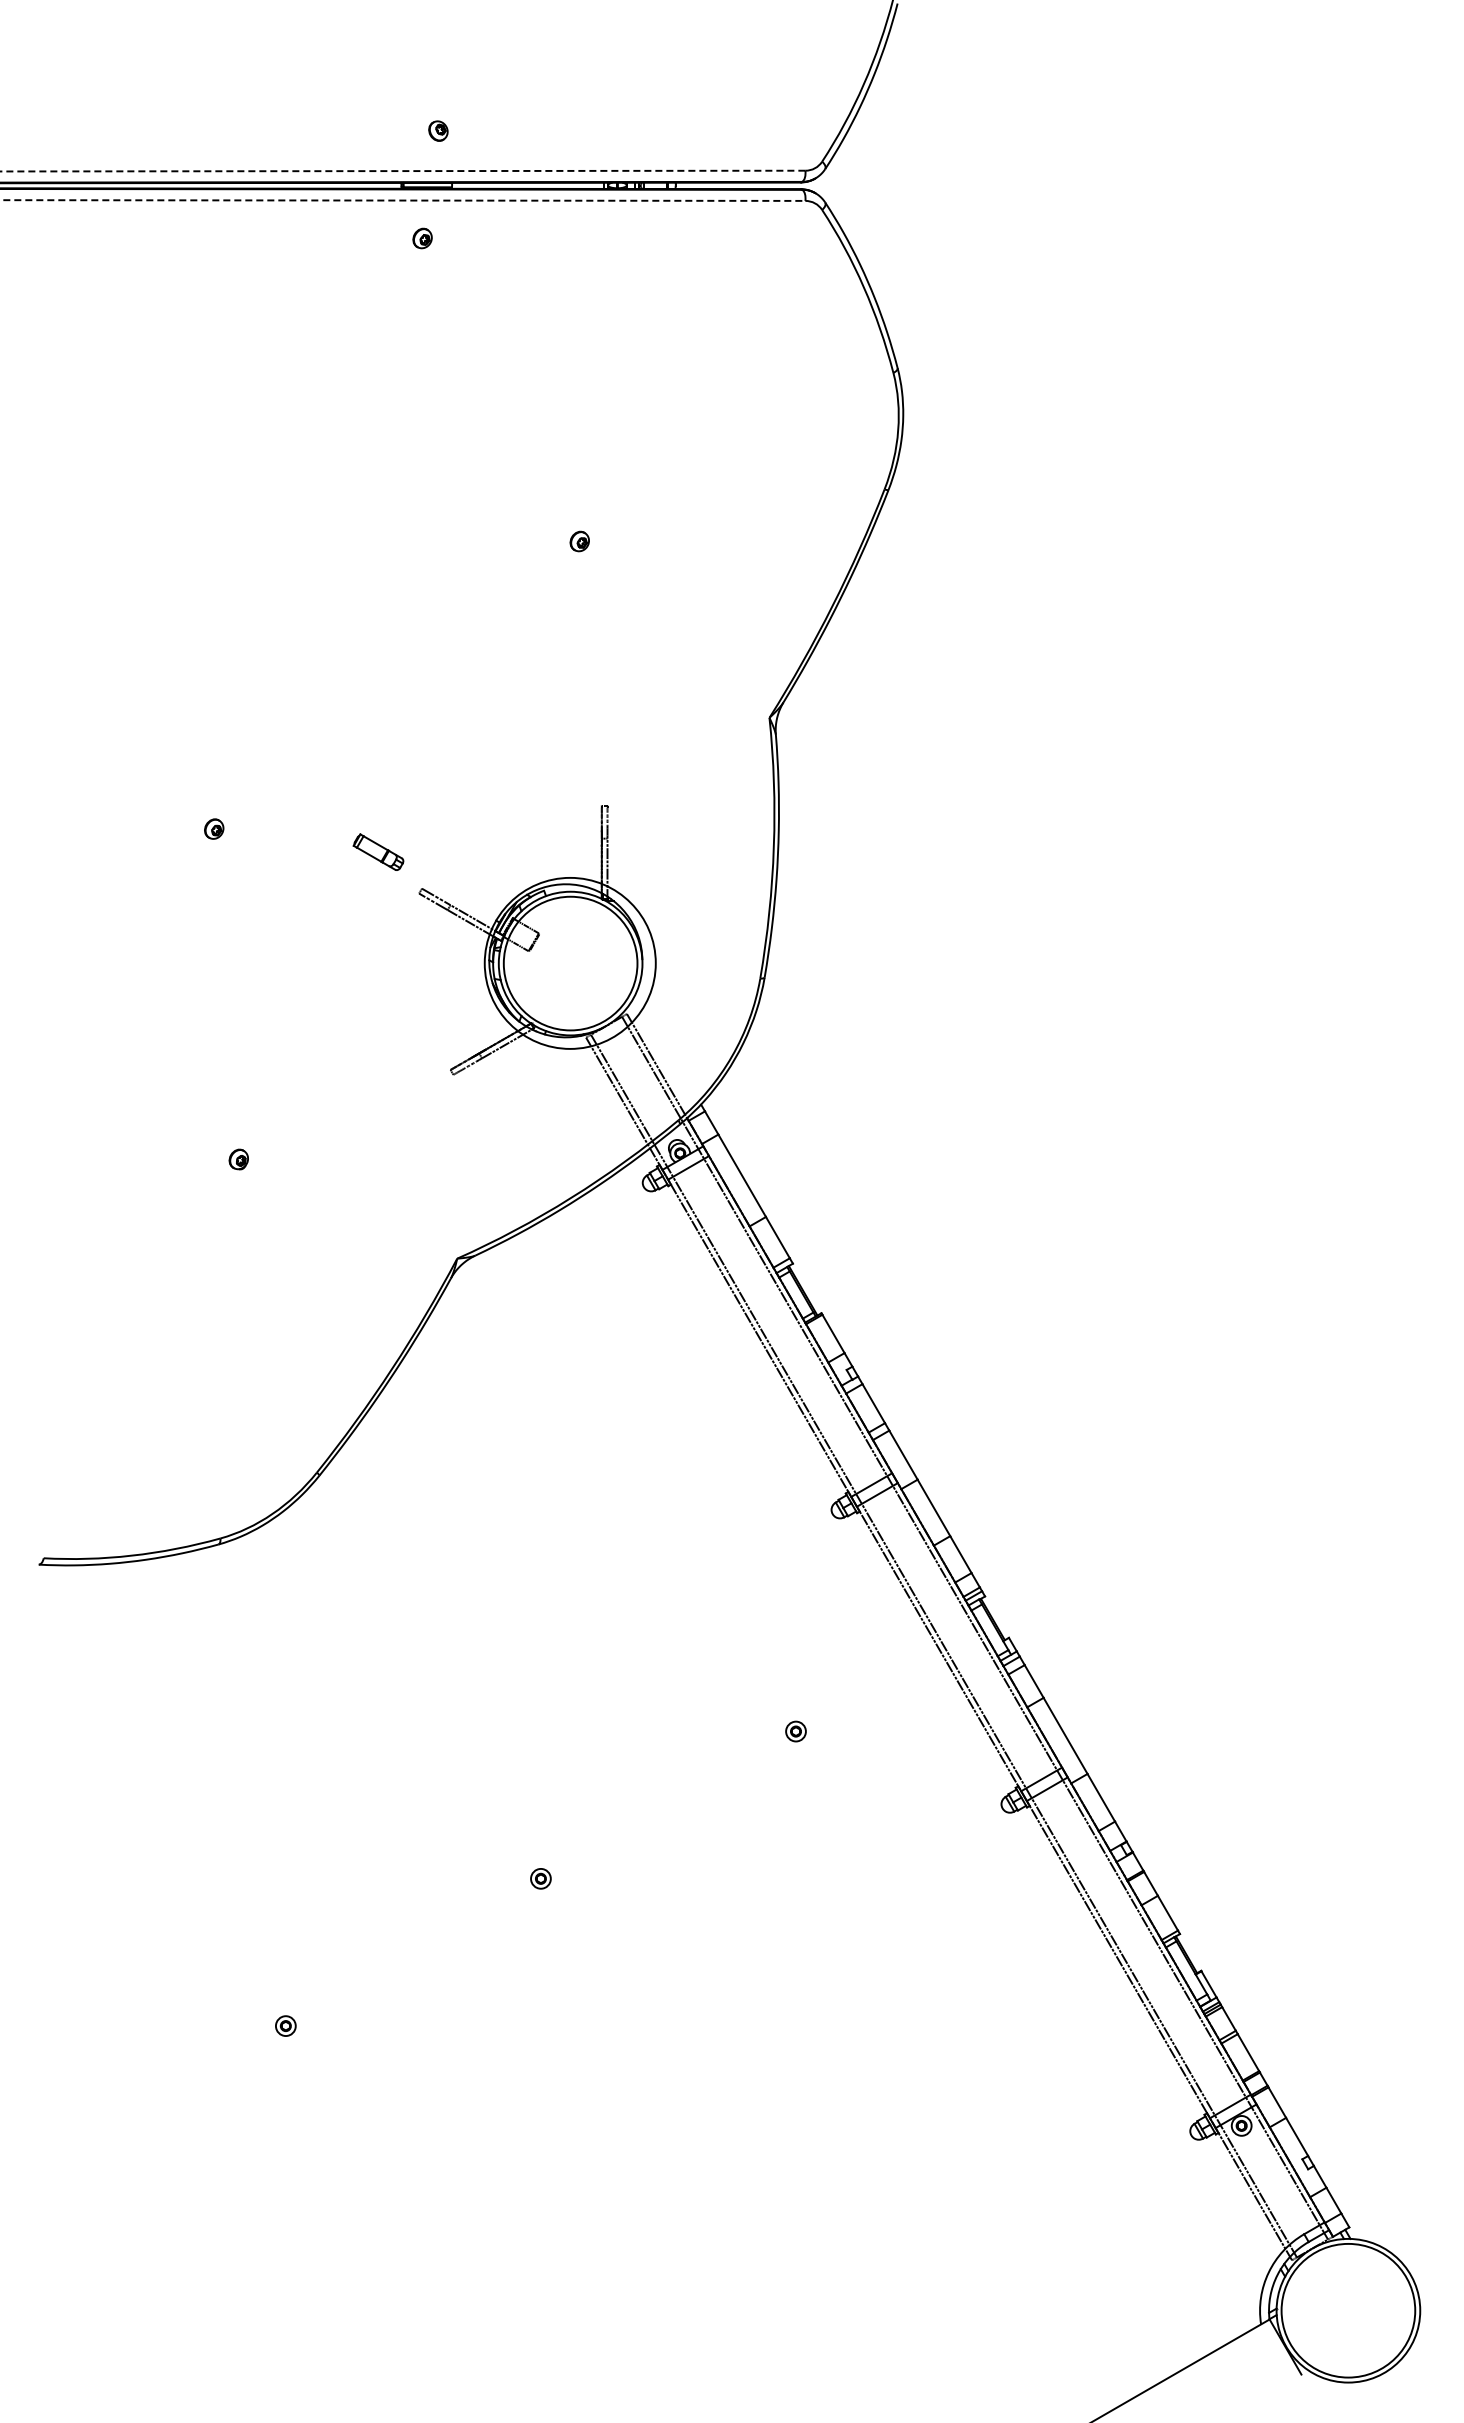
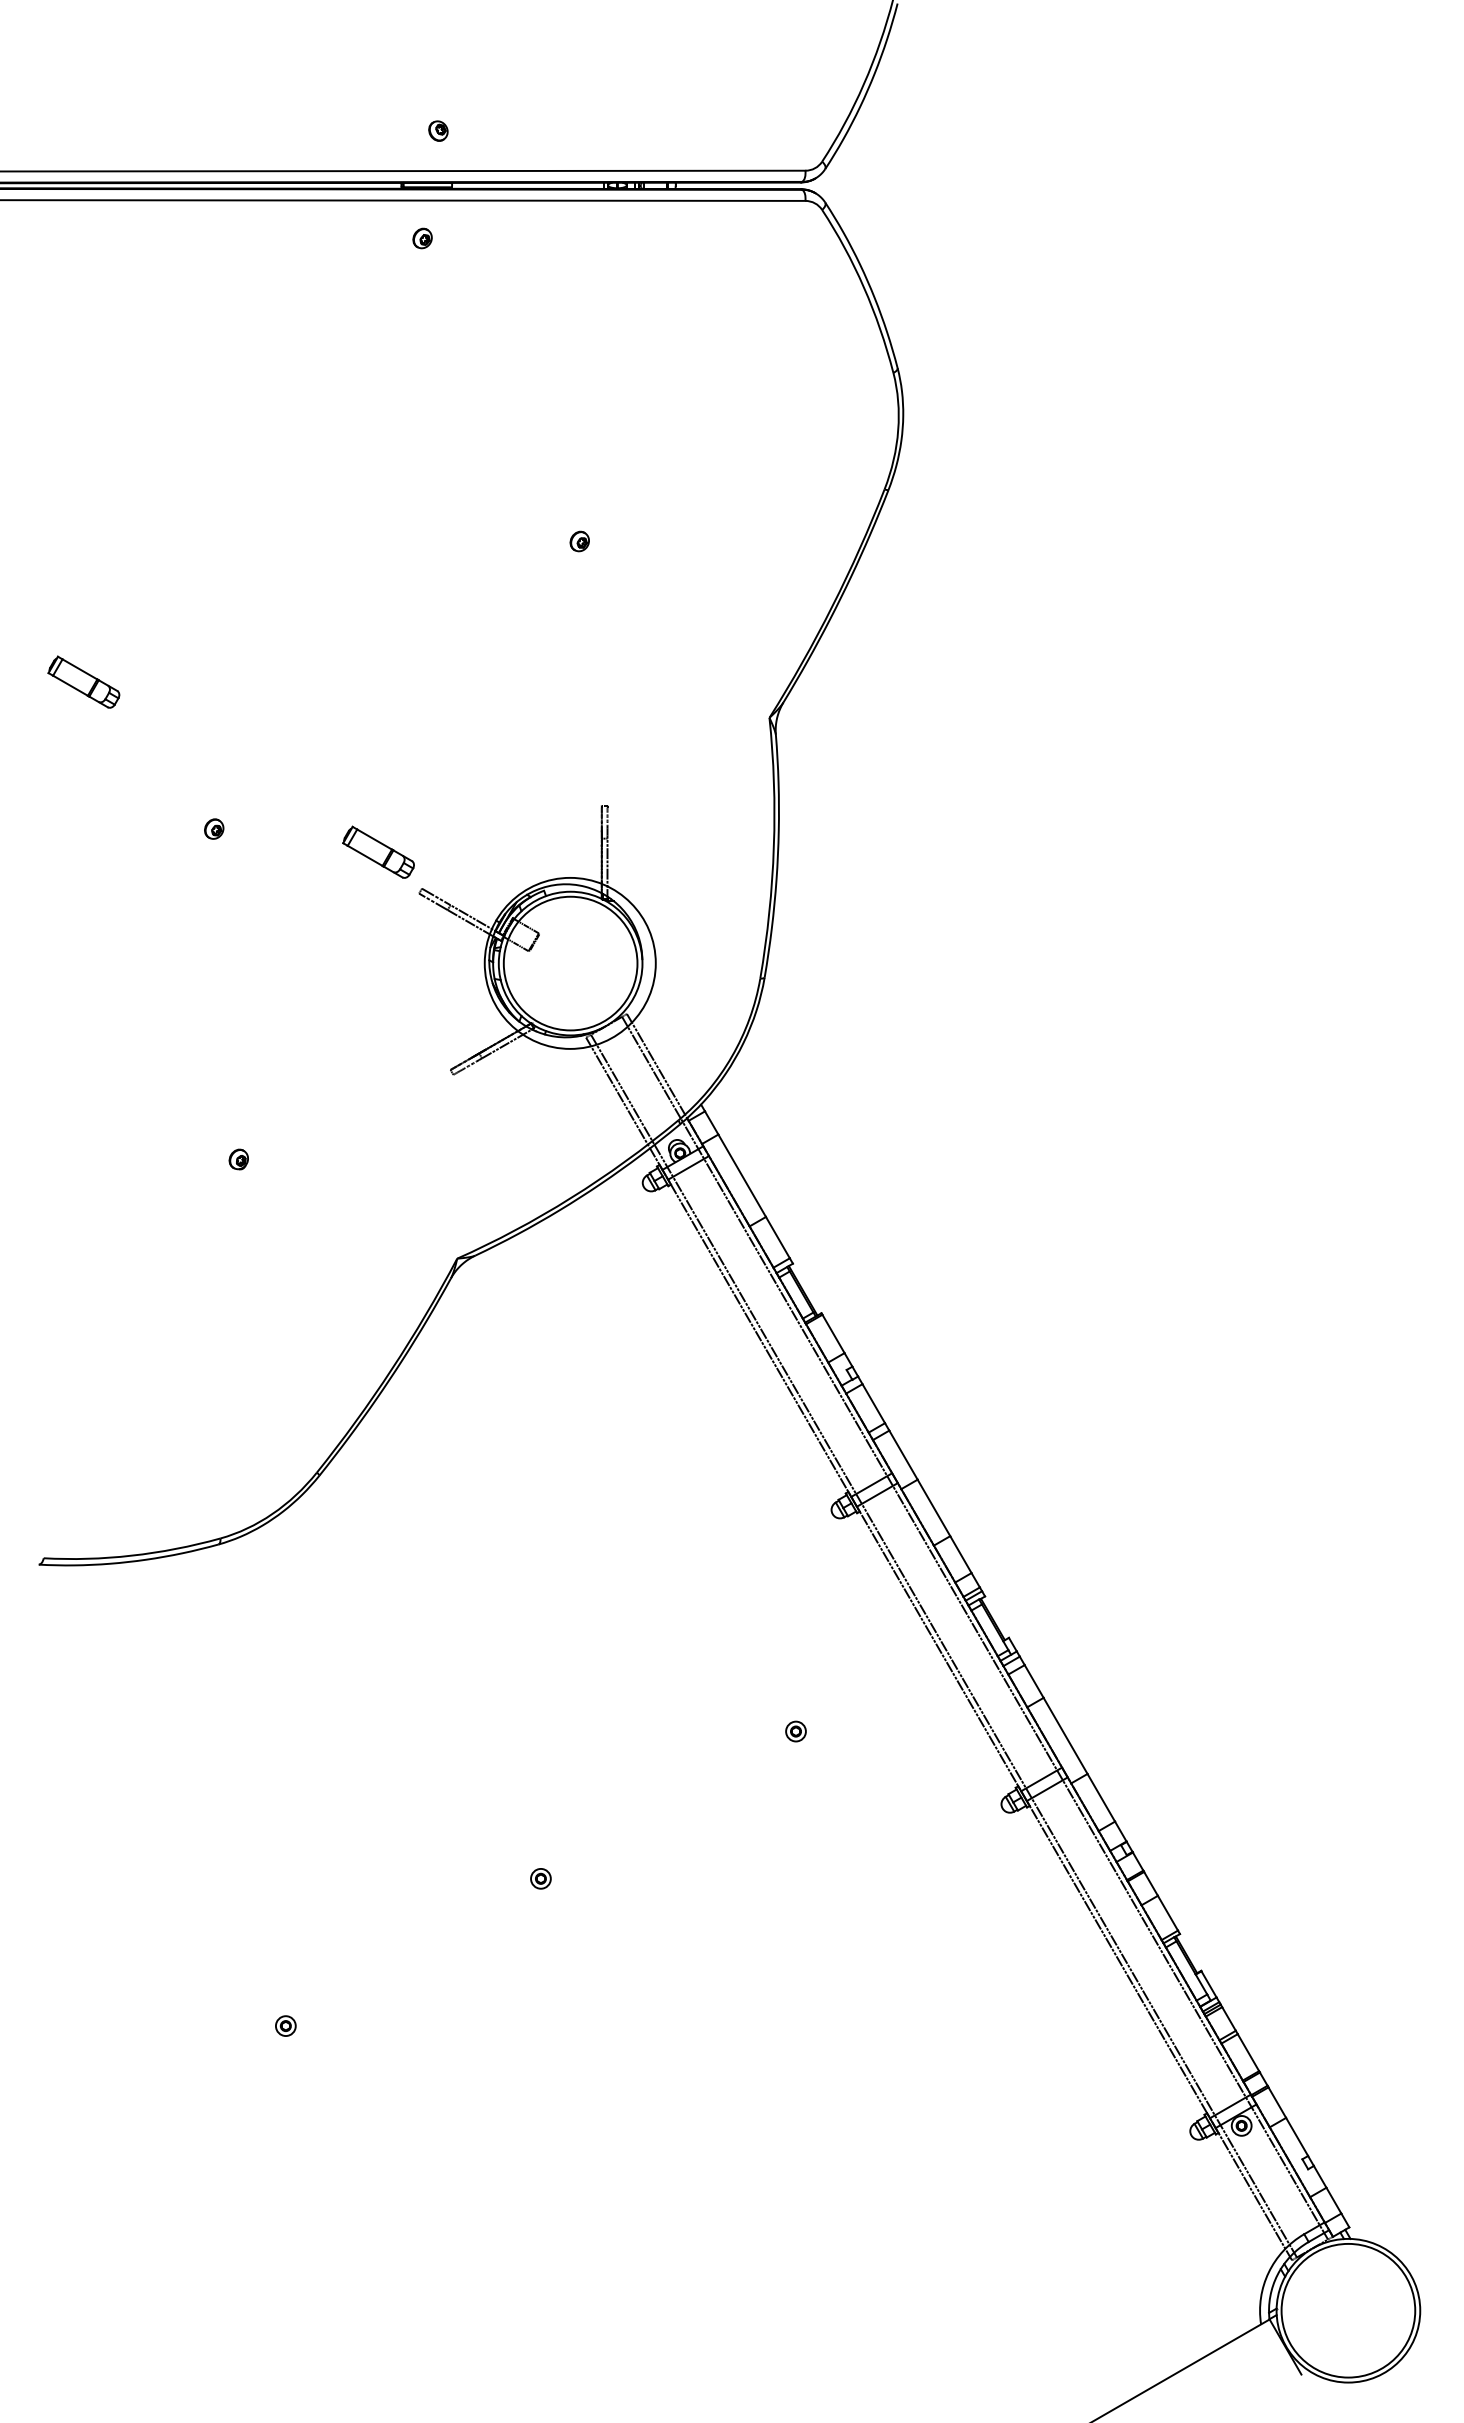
line at (402, 171): dashed -> solid
line at (403, 200): dashed -> solid
part at (83, 681): none -> present
part at (378, 851) size: 53x38 px -> 73x54 px
